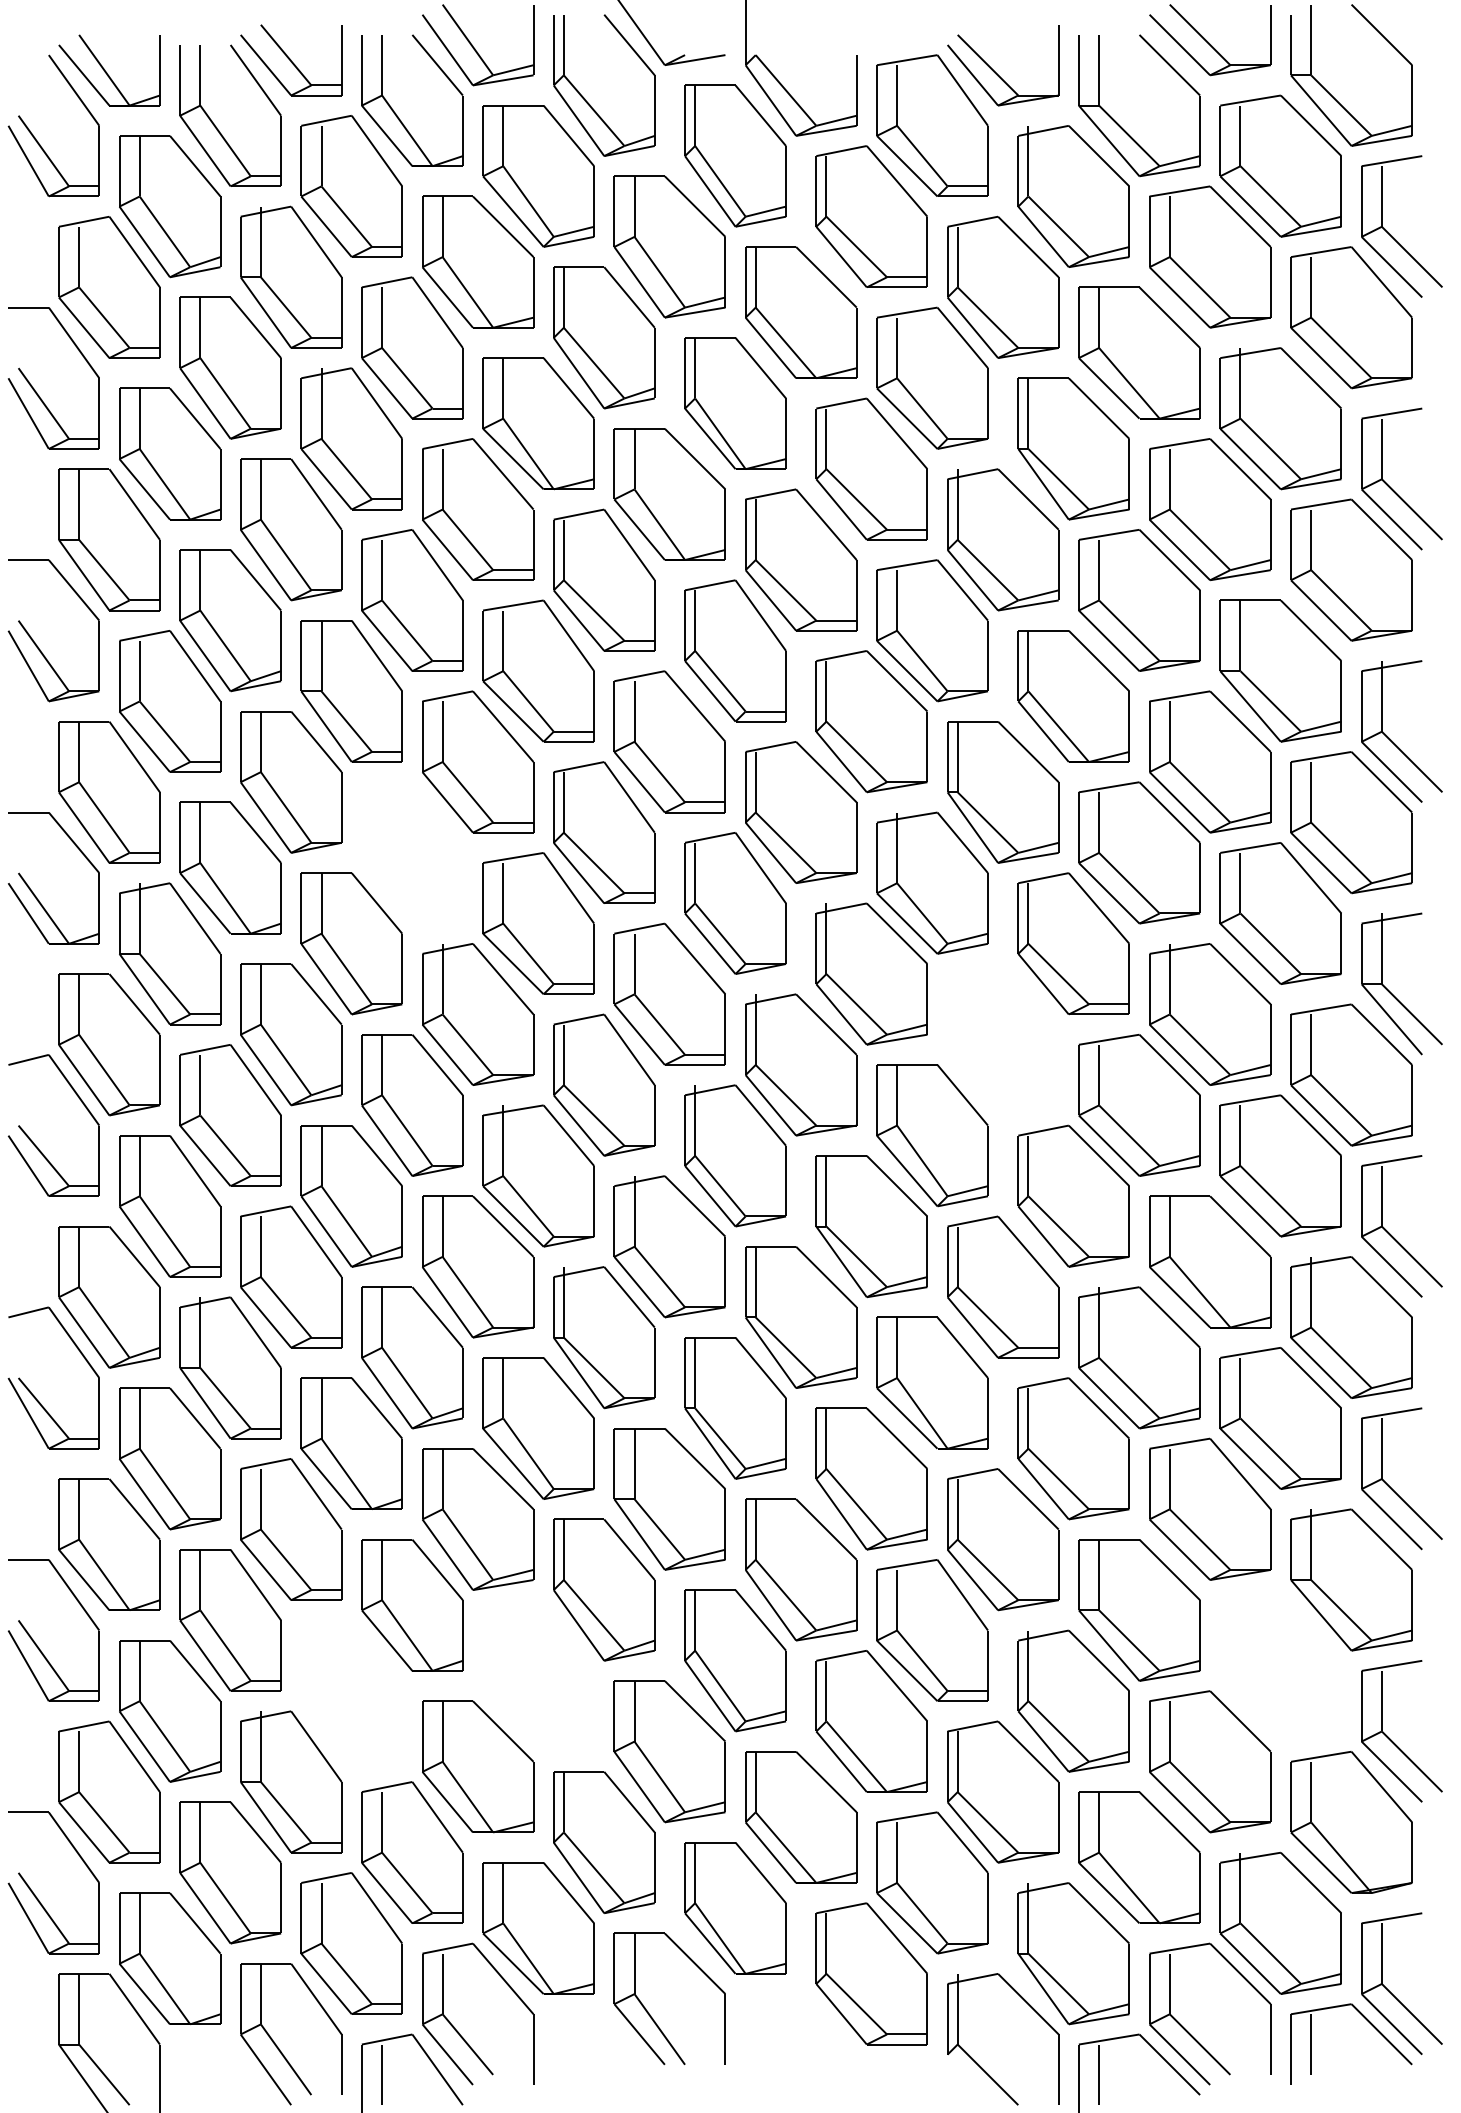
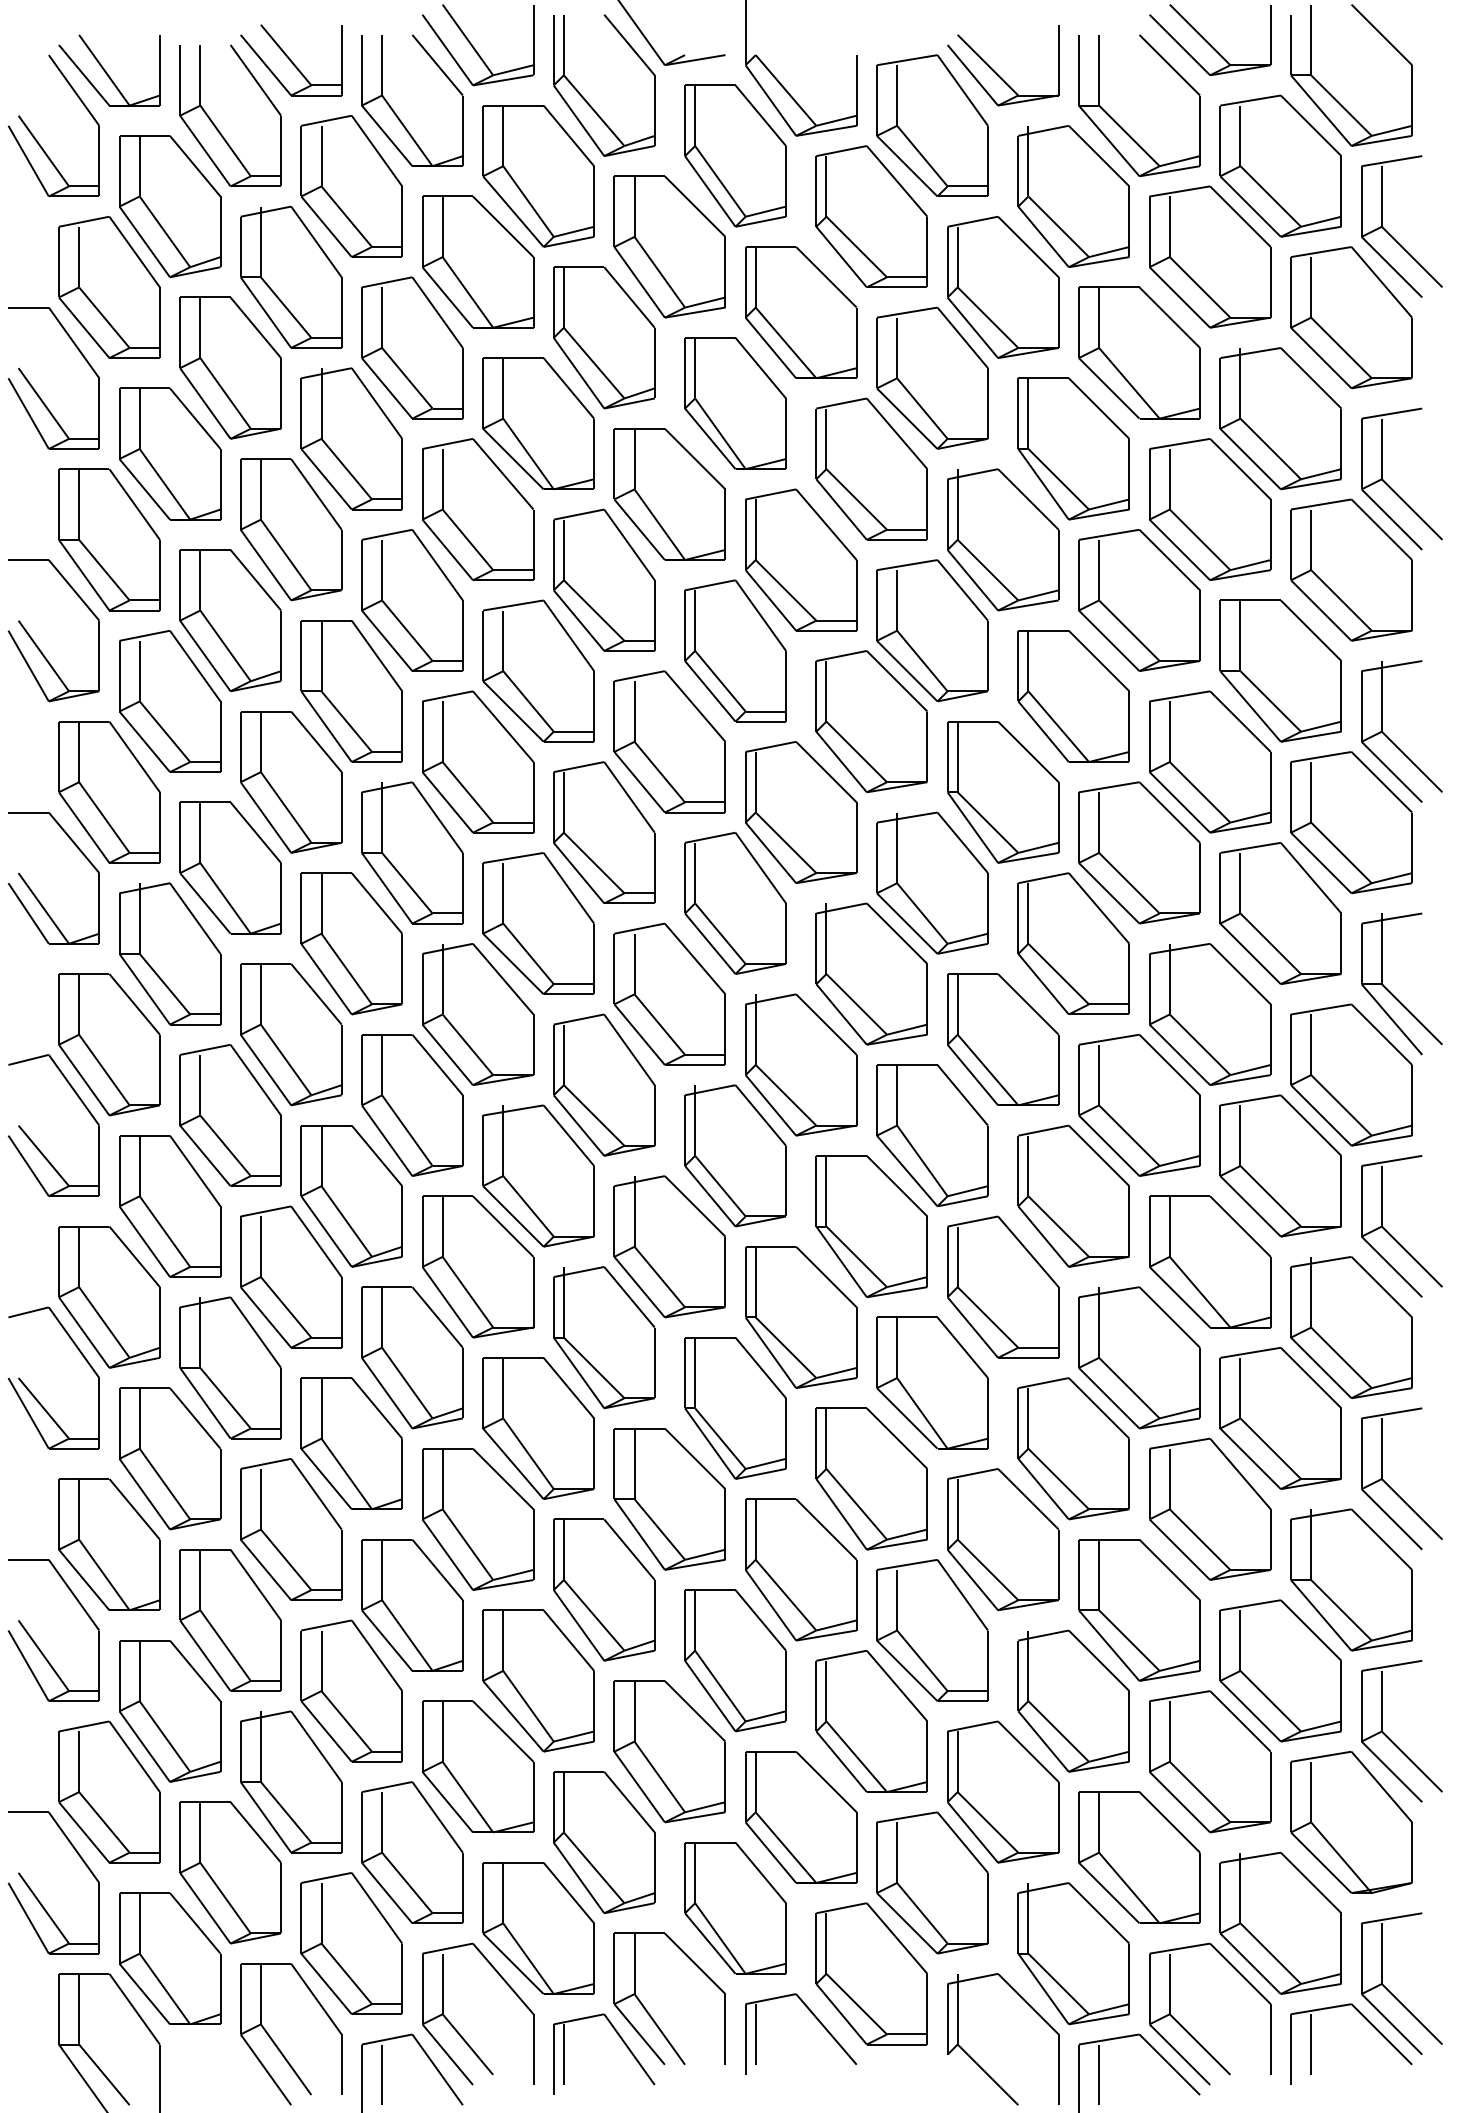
part at (412, 852): none -> present
part at (1003, 1039): none -> present
part at (1280, 1670): none -> present
part at (538, 1680): none -> present
part at (351, 1690): none -> present
part at (815, 2018): none -> present
part at (621, 2040): none -> present
